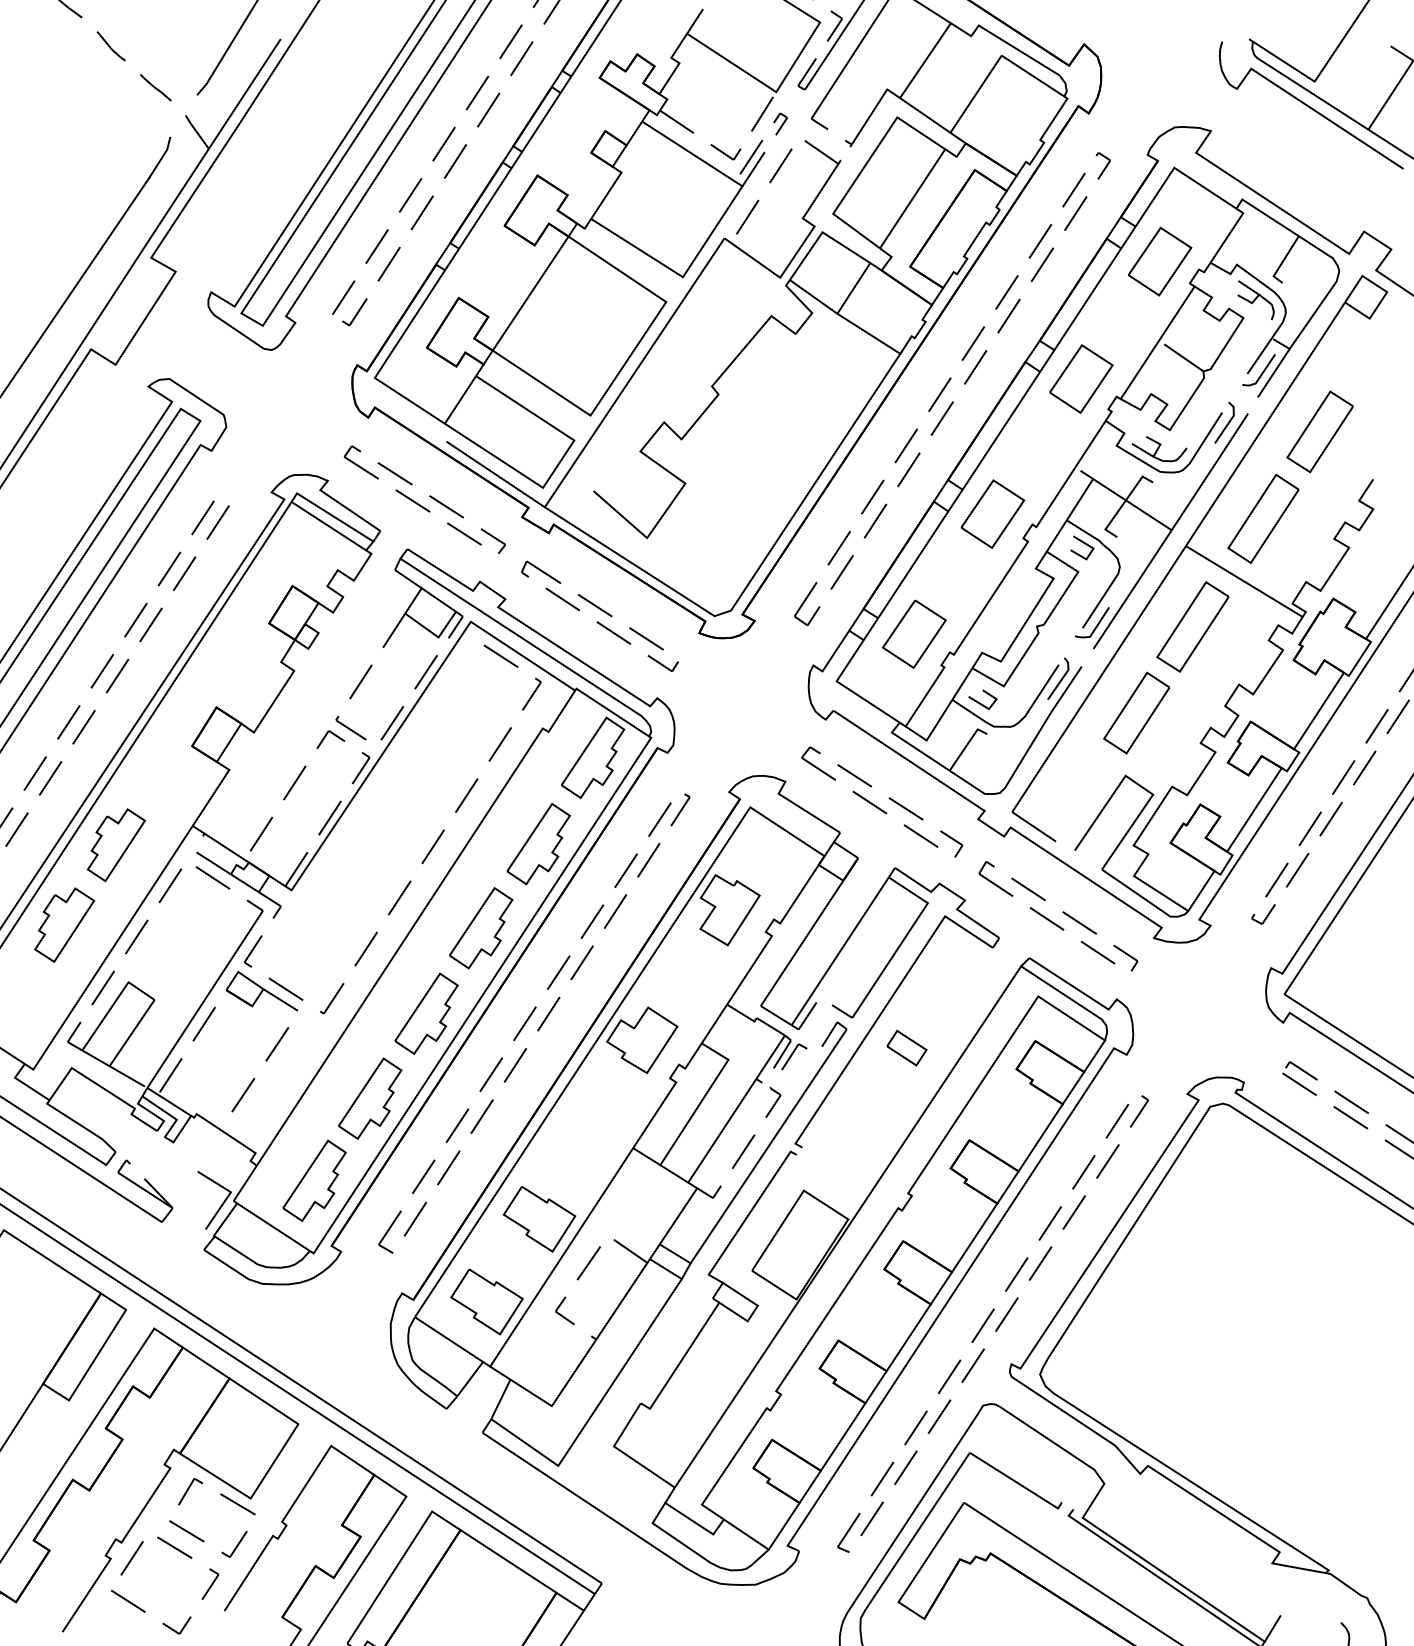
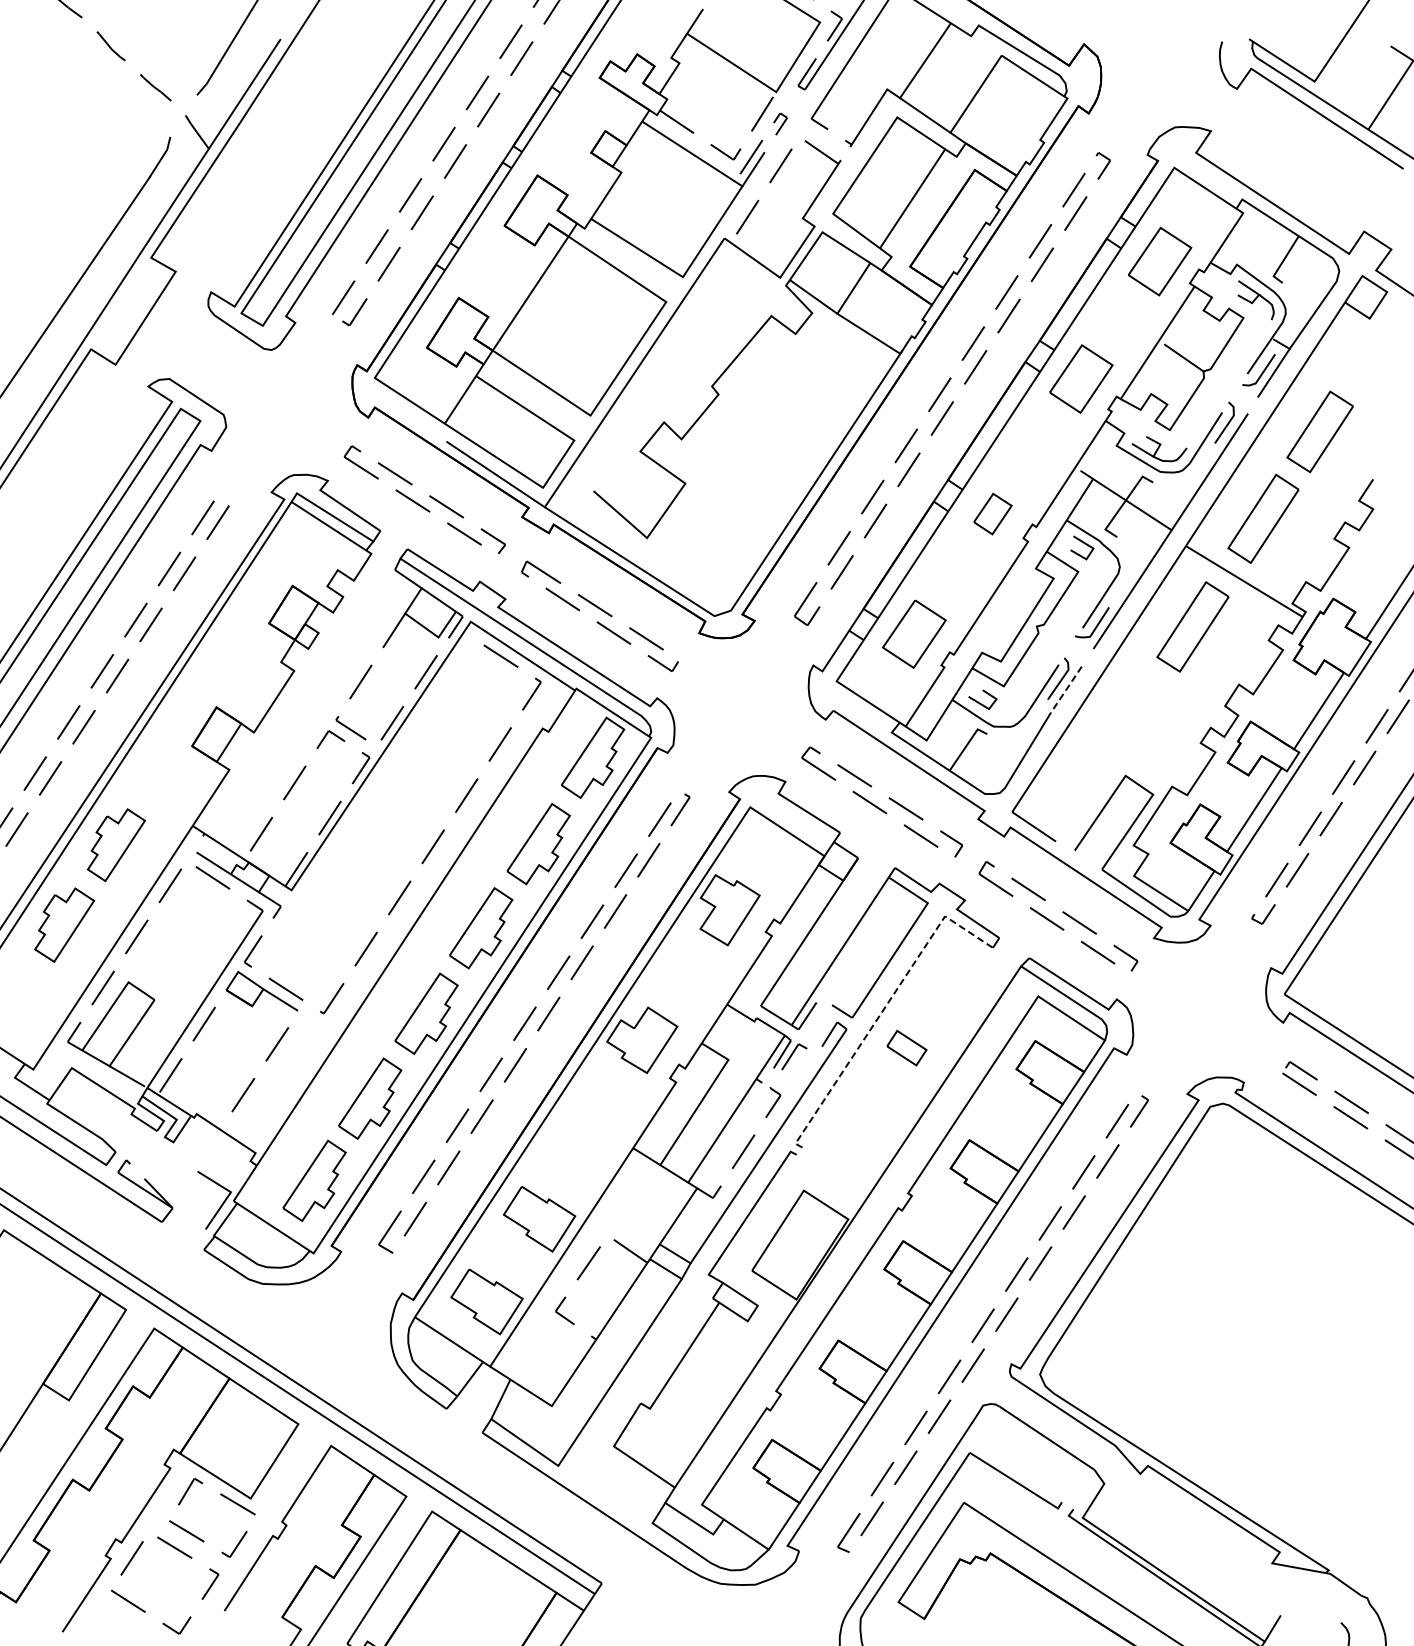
part at (992, 513) size: 66x70 px -> 40x44 px
line at (1066, 689): solid -> dashed
part at (1136, 712): present -> none
line at (884, 1008): solid -> dashed
